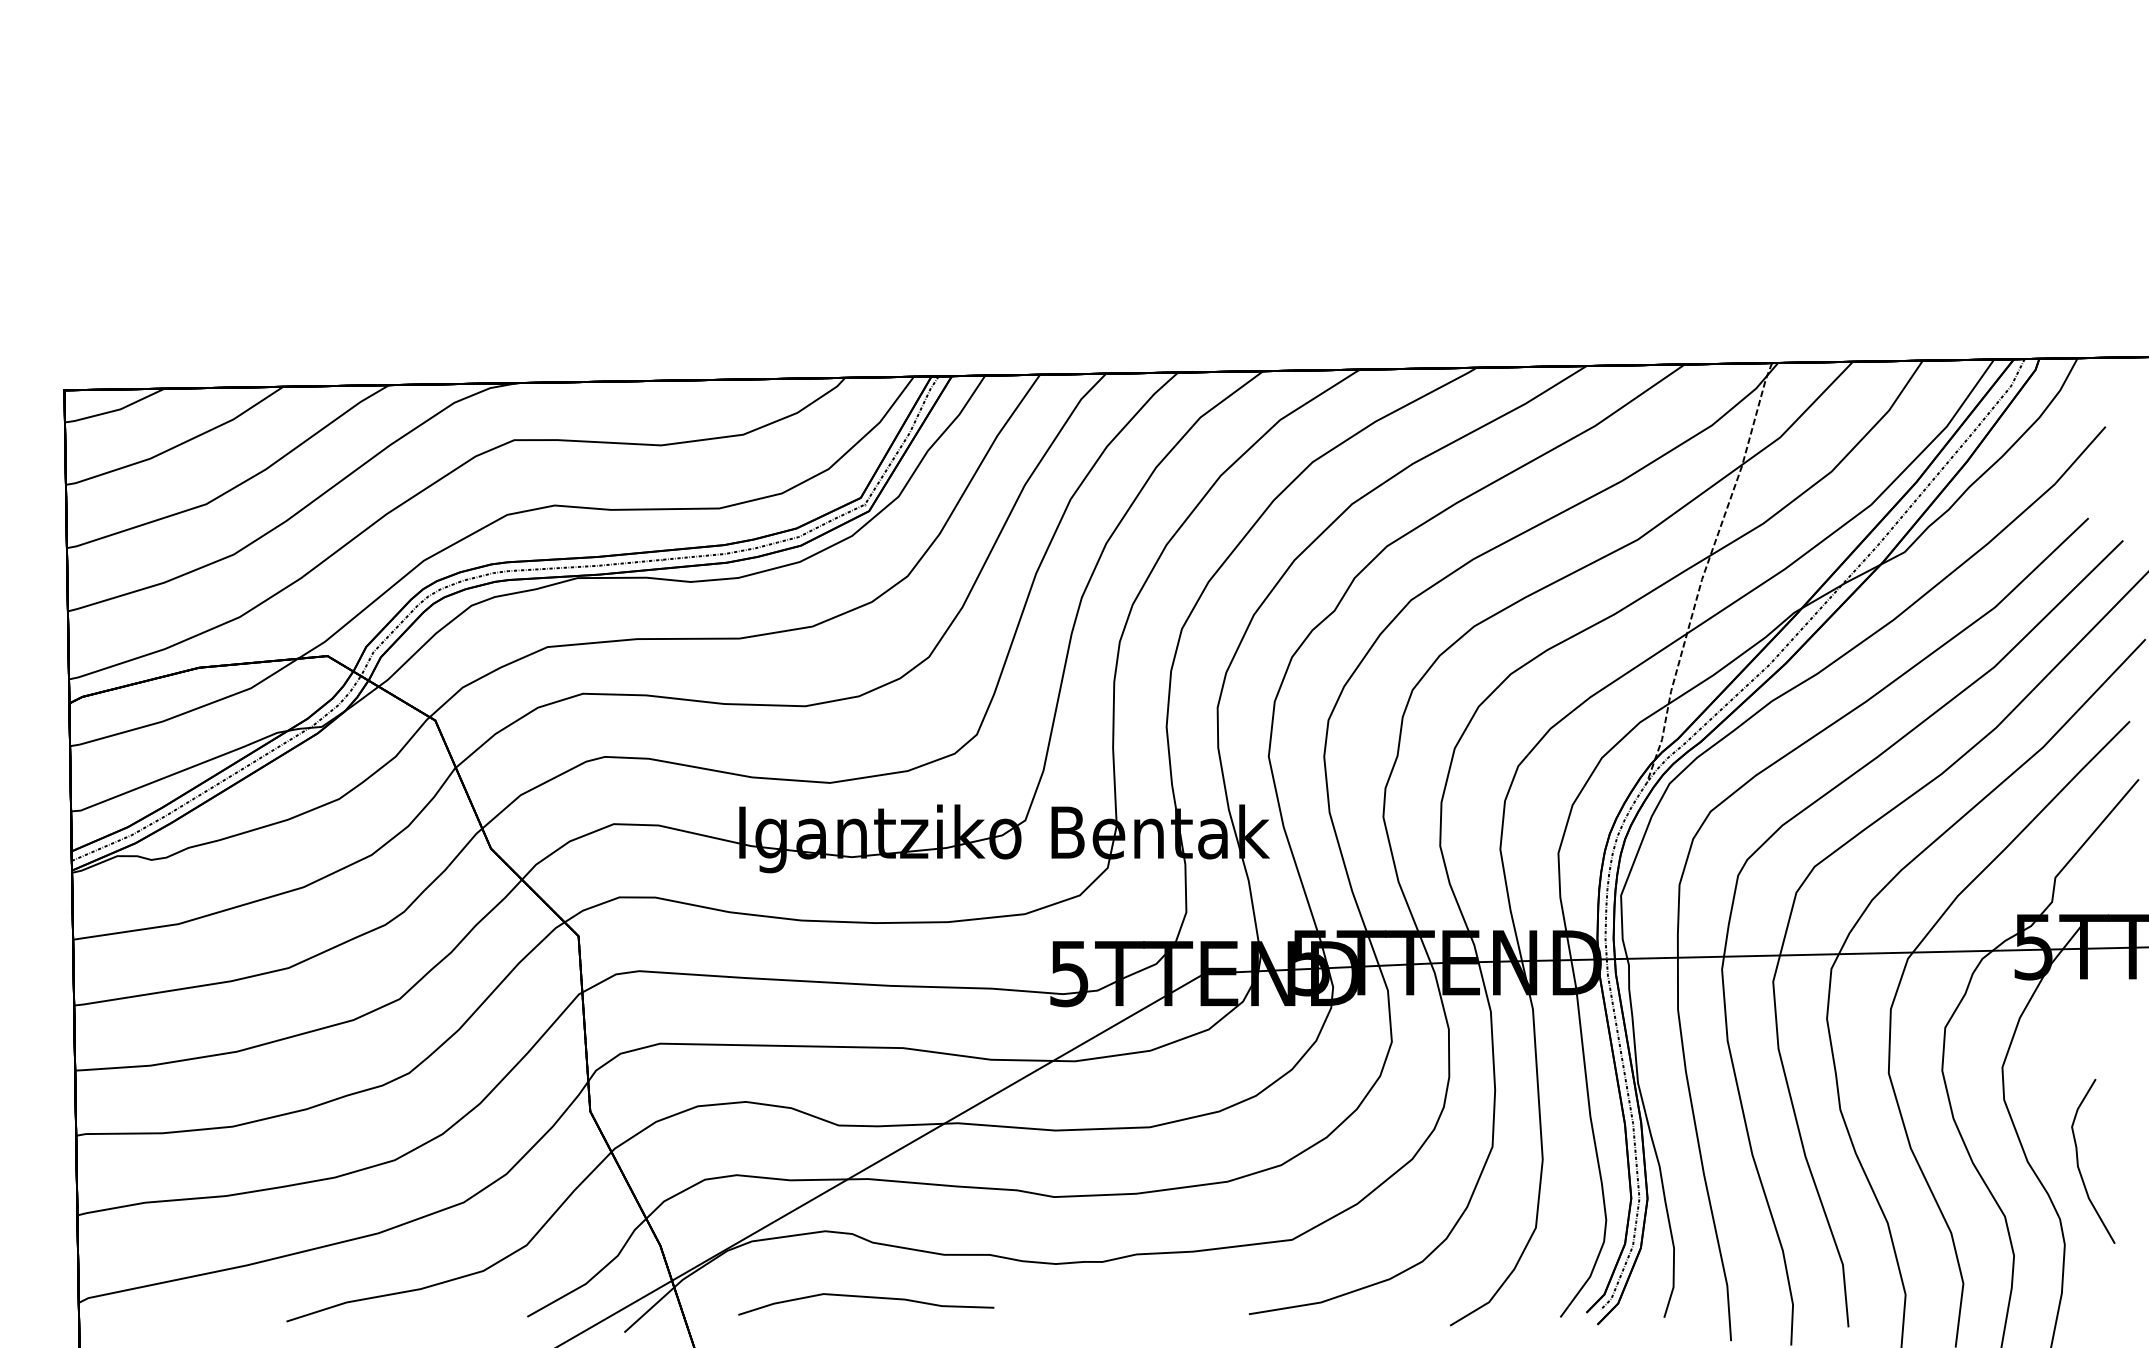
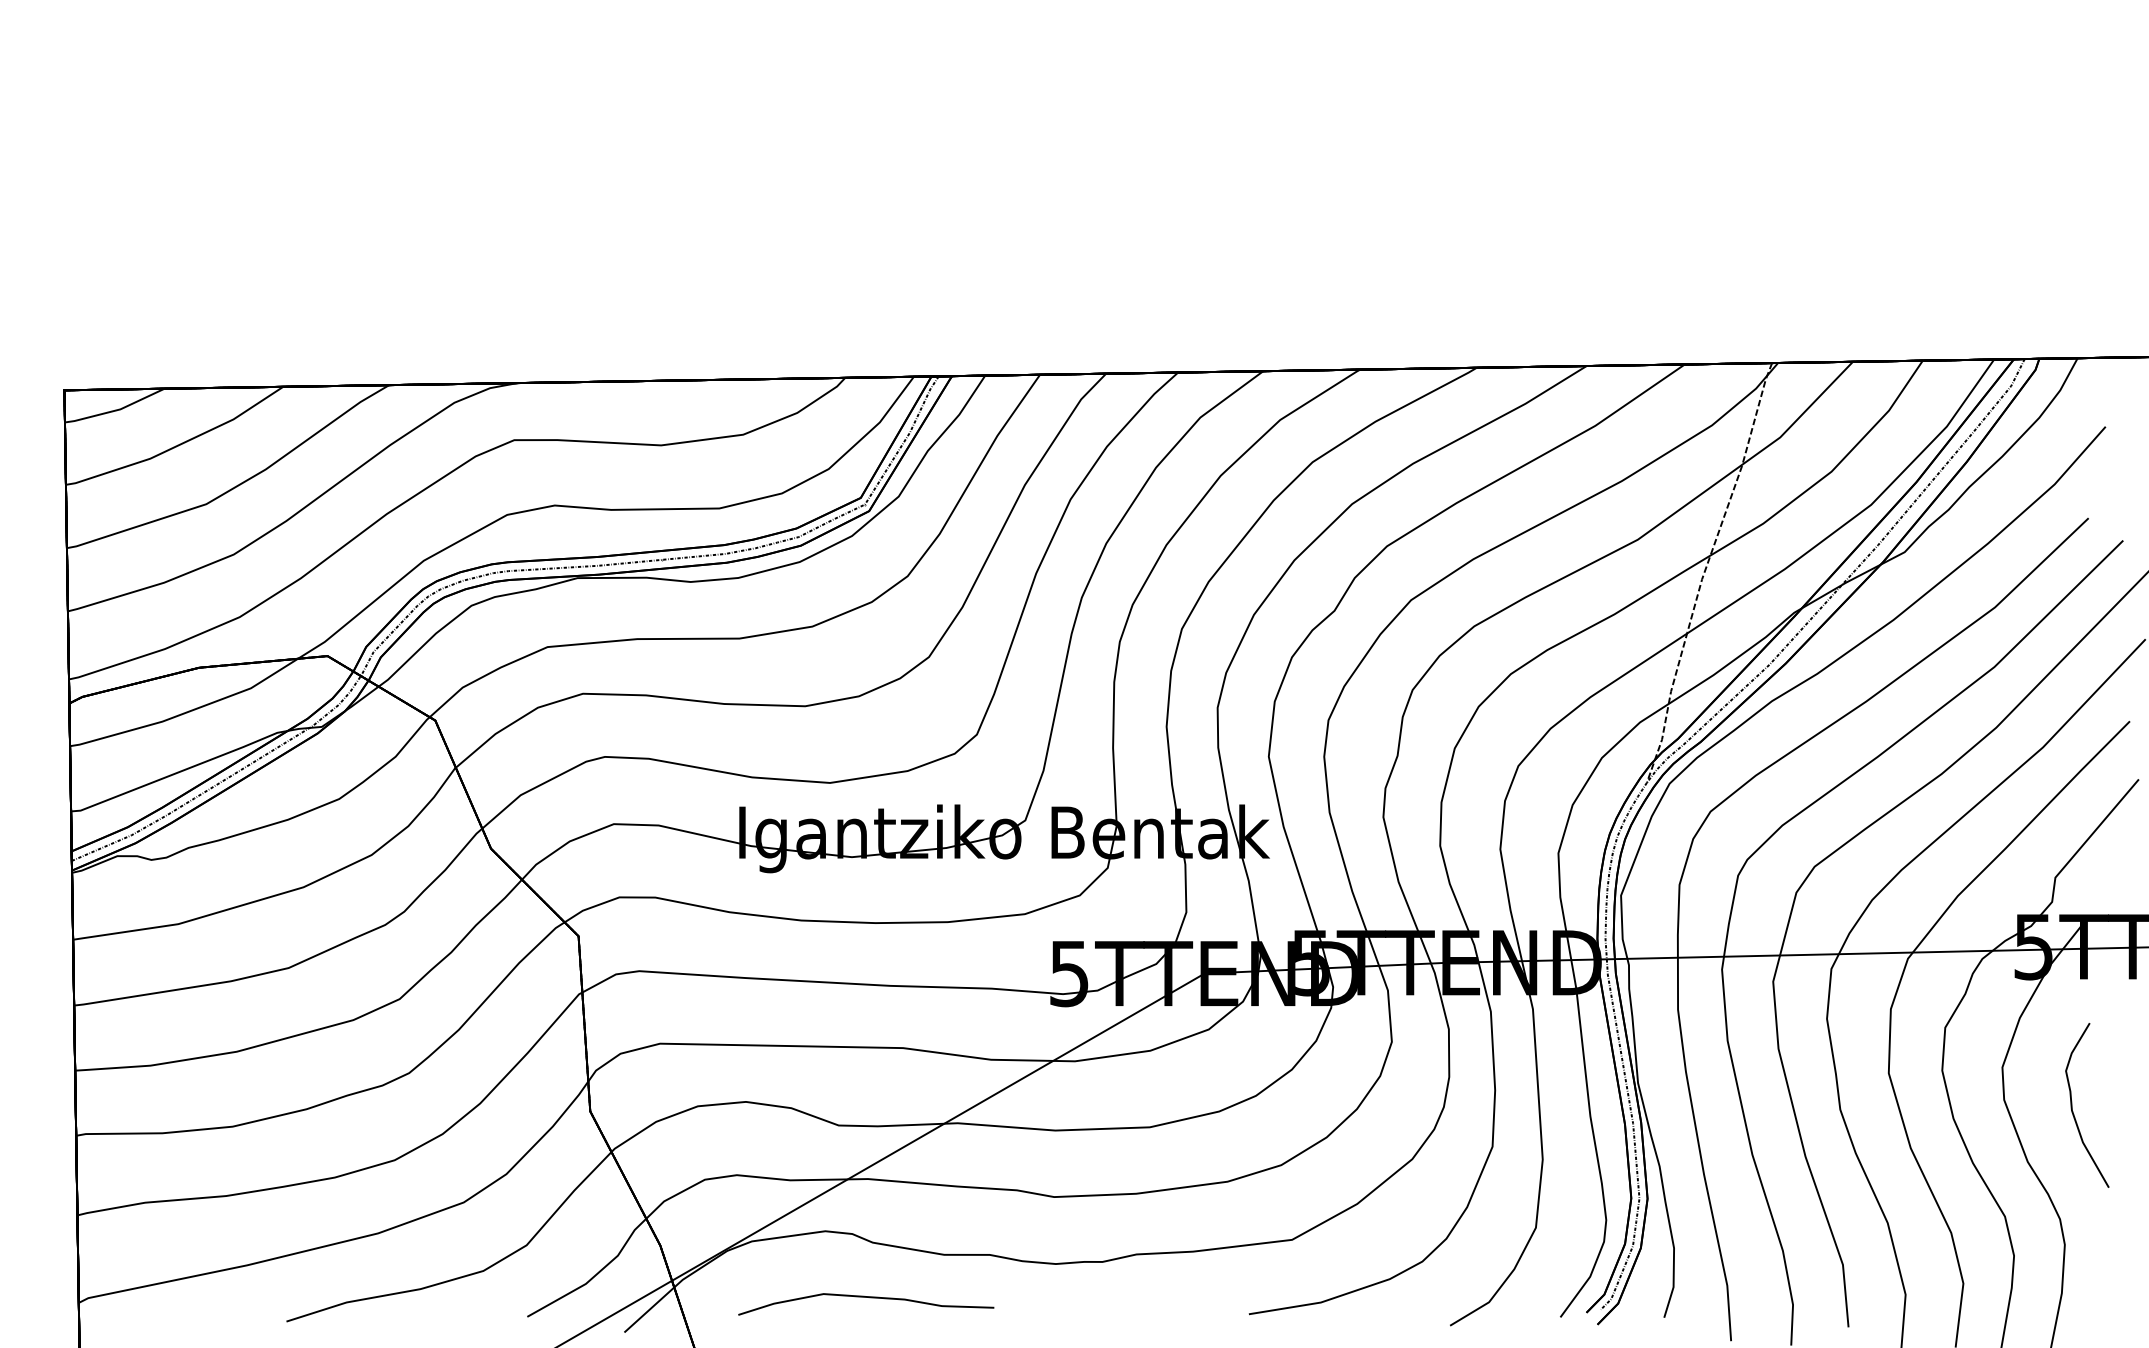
curve at (2078, 1161) position: (2078, 1161) -> (2072, 1105)
